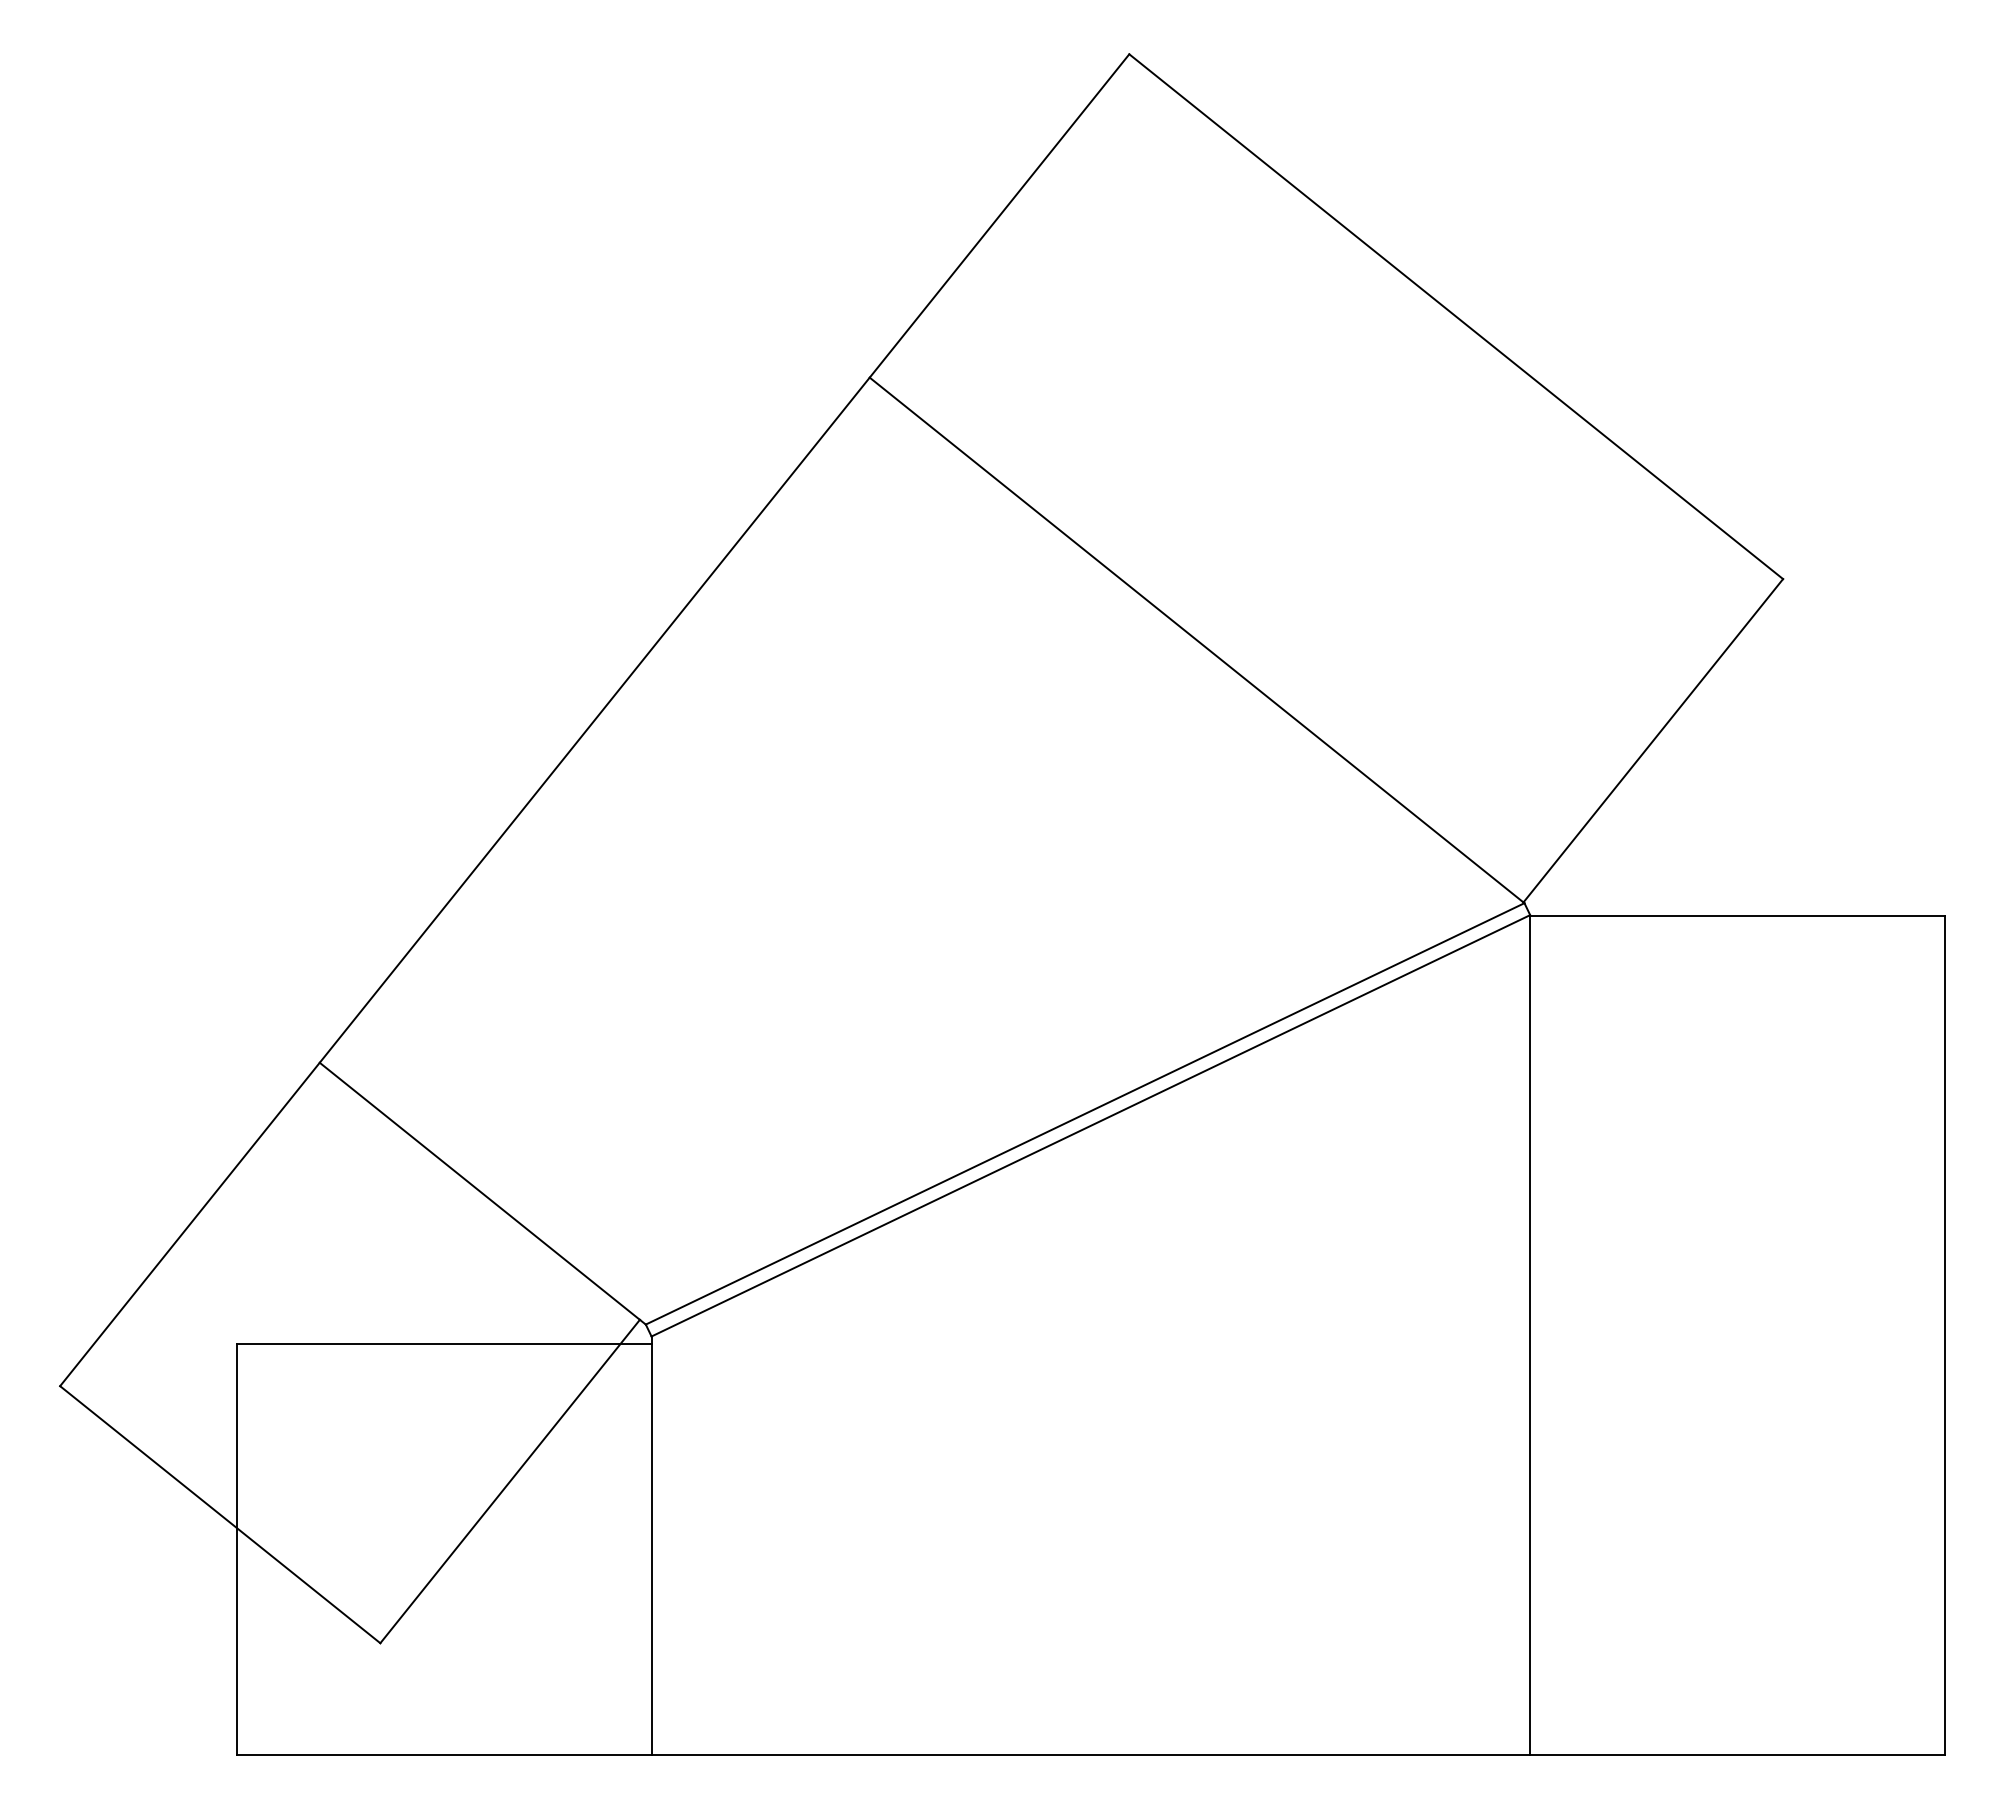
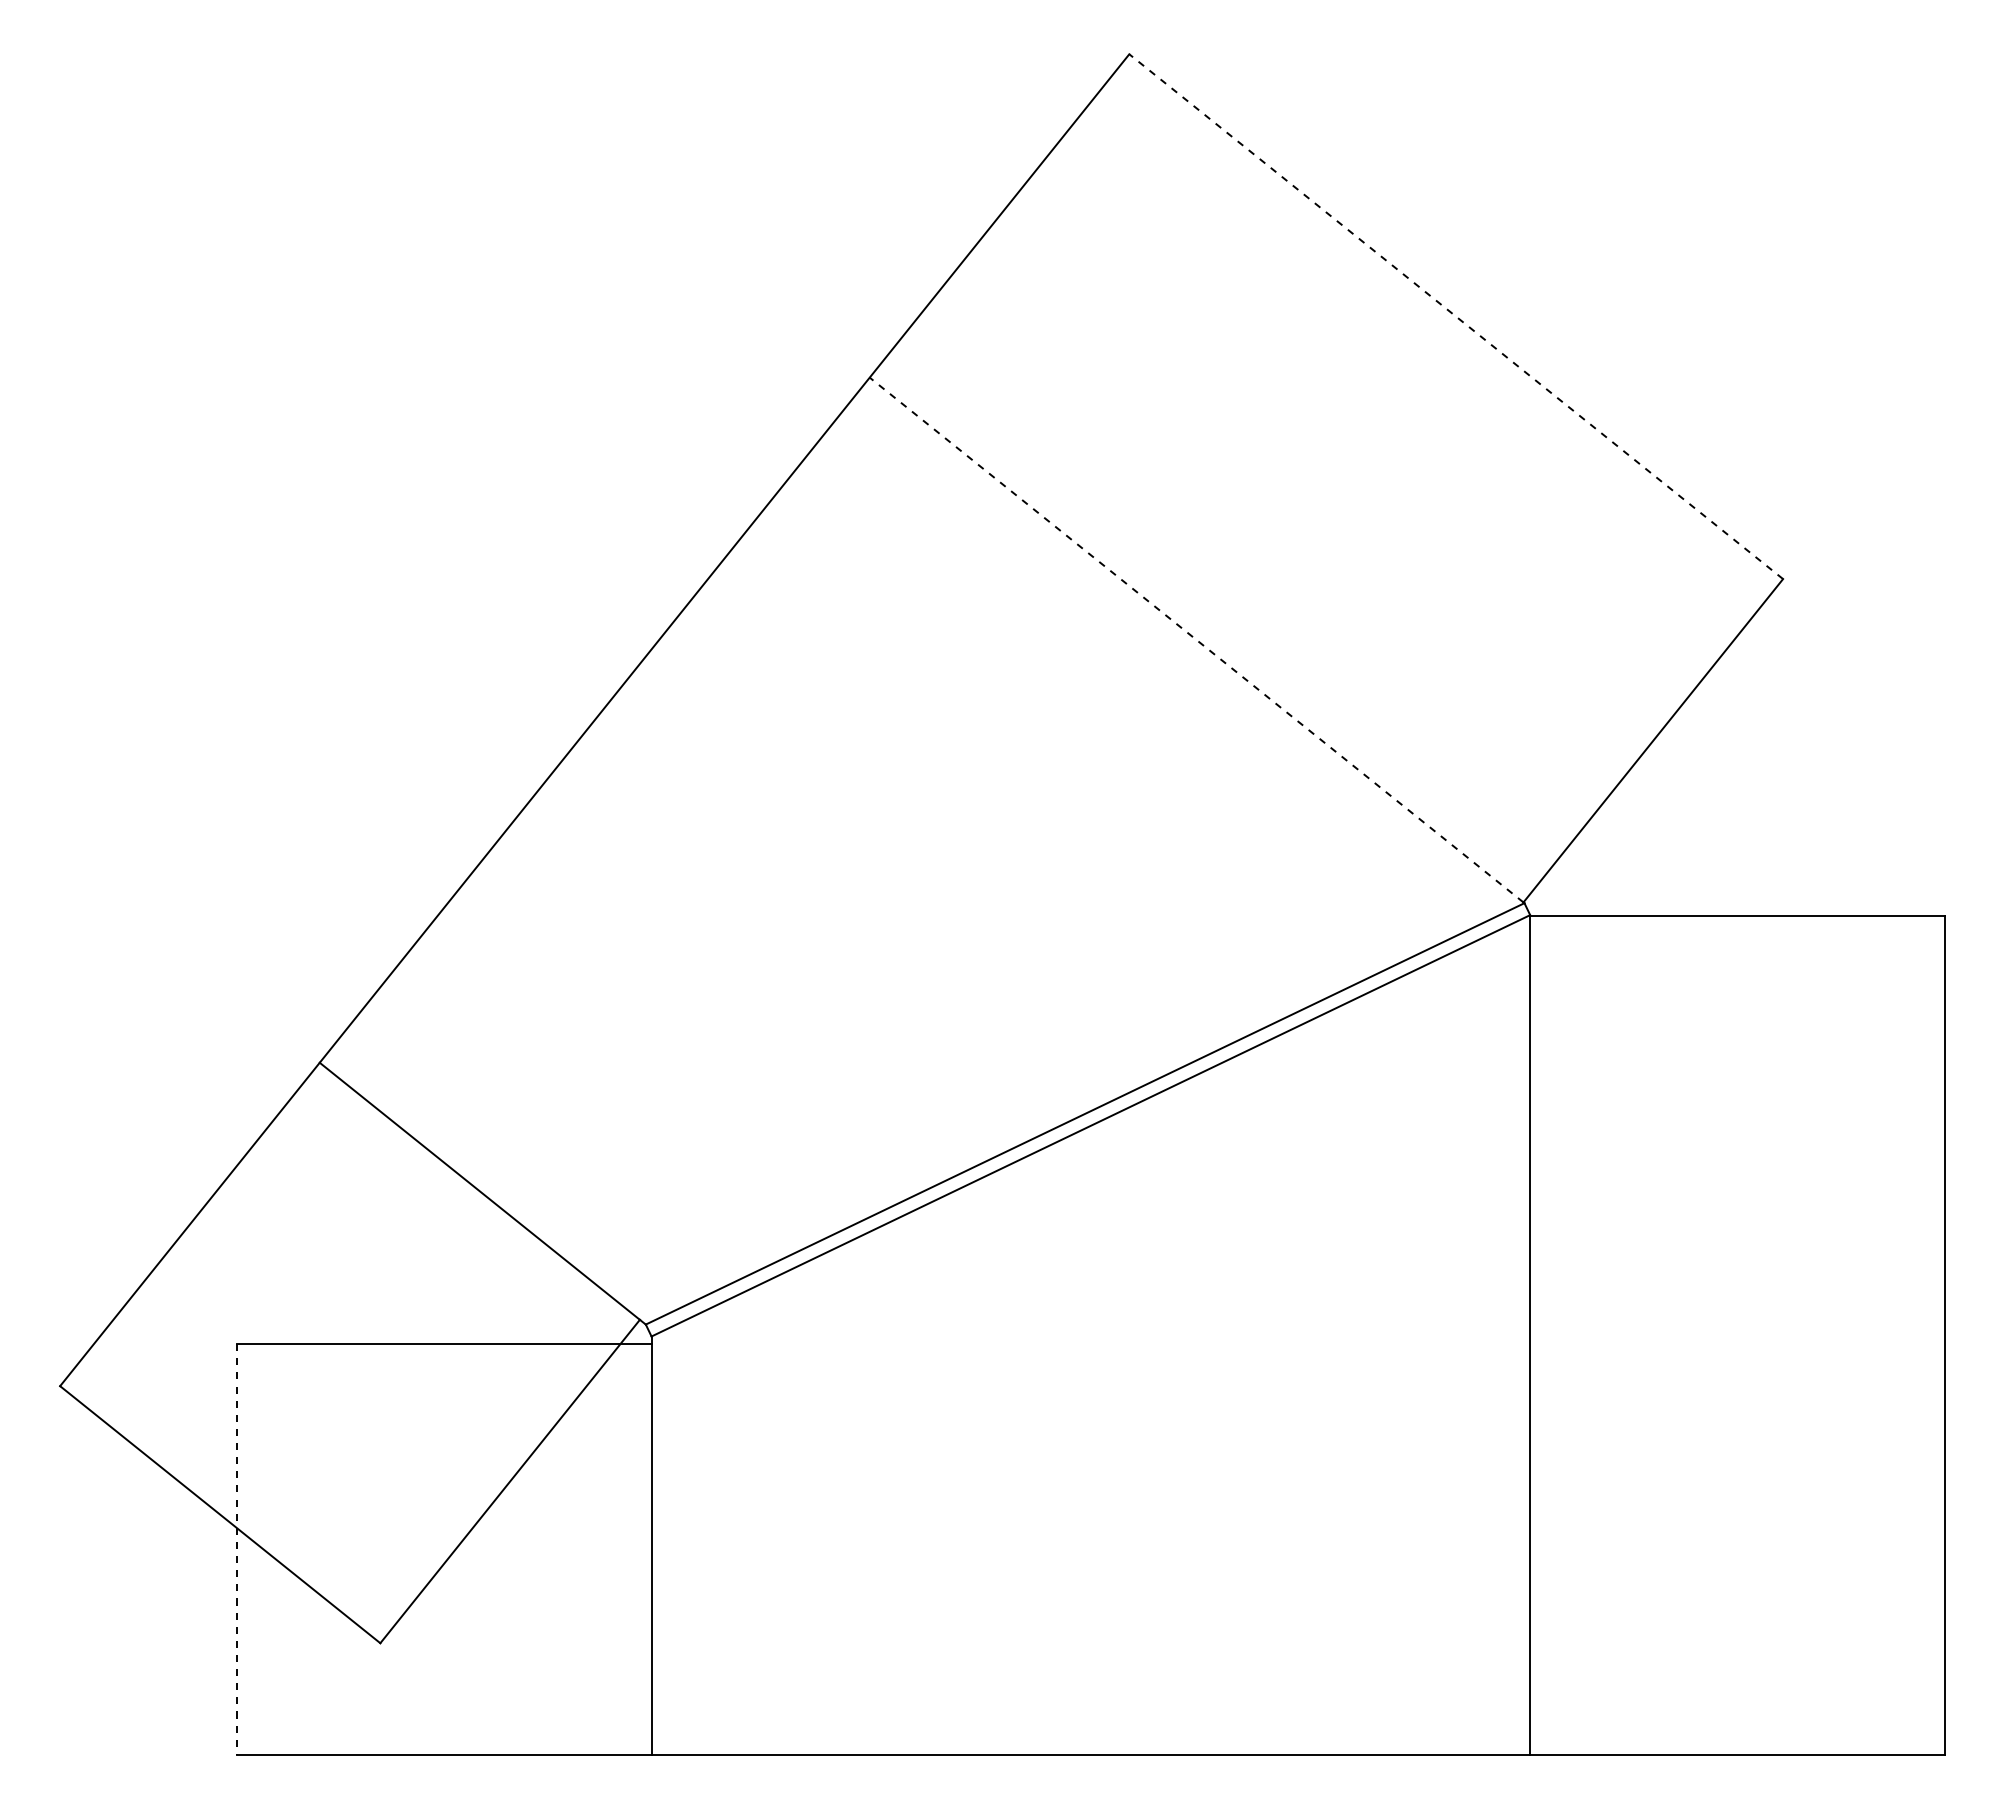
line at (1455, 316): solid -> dashed
line at (1196, 639): solid -> dashed
line at (236, 1549): solid -> dashed
